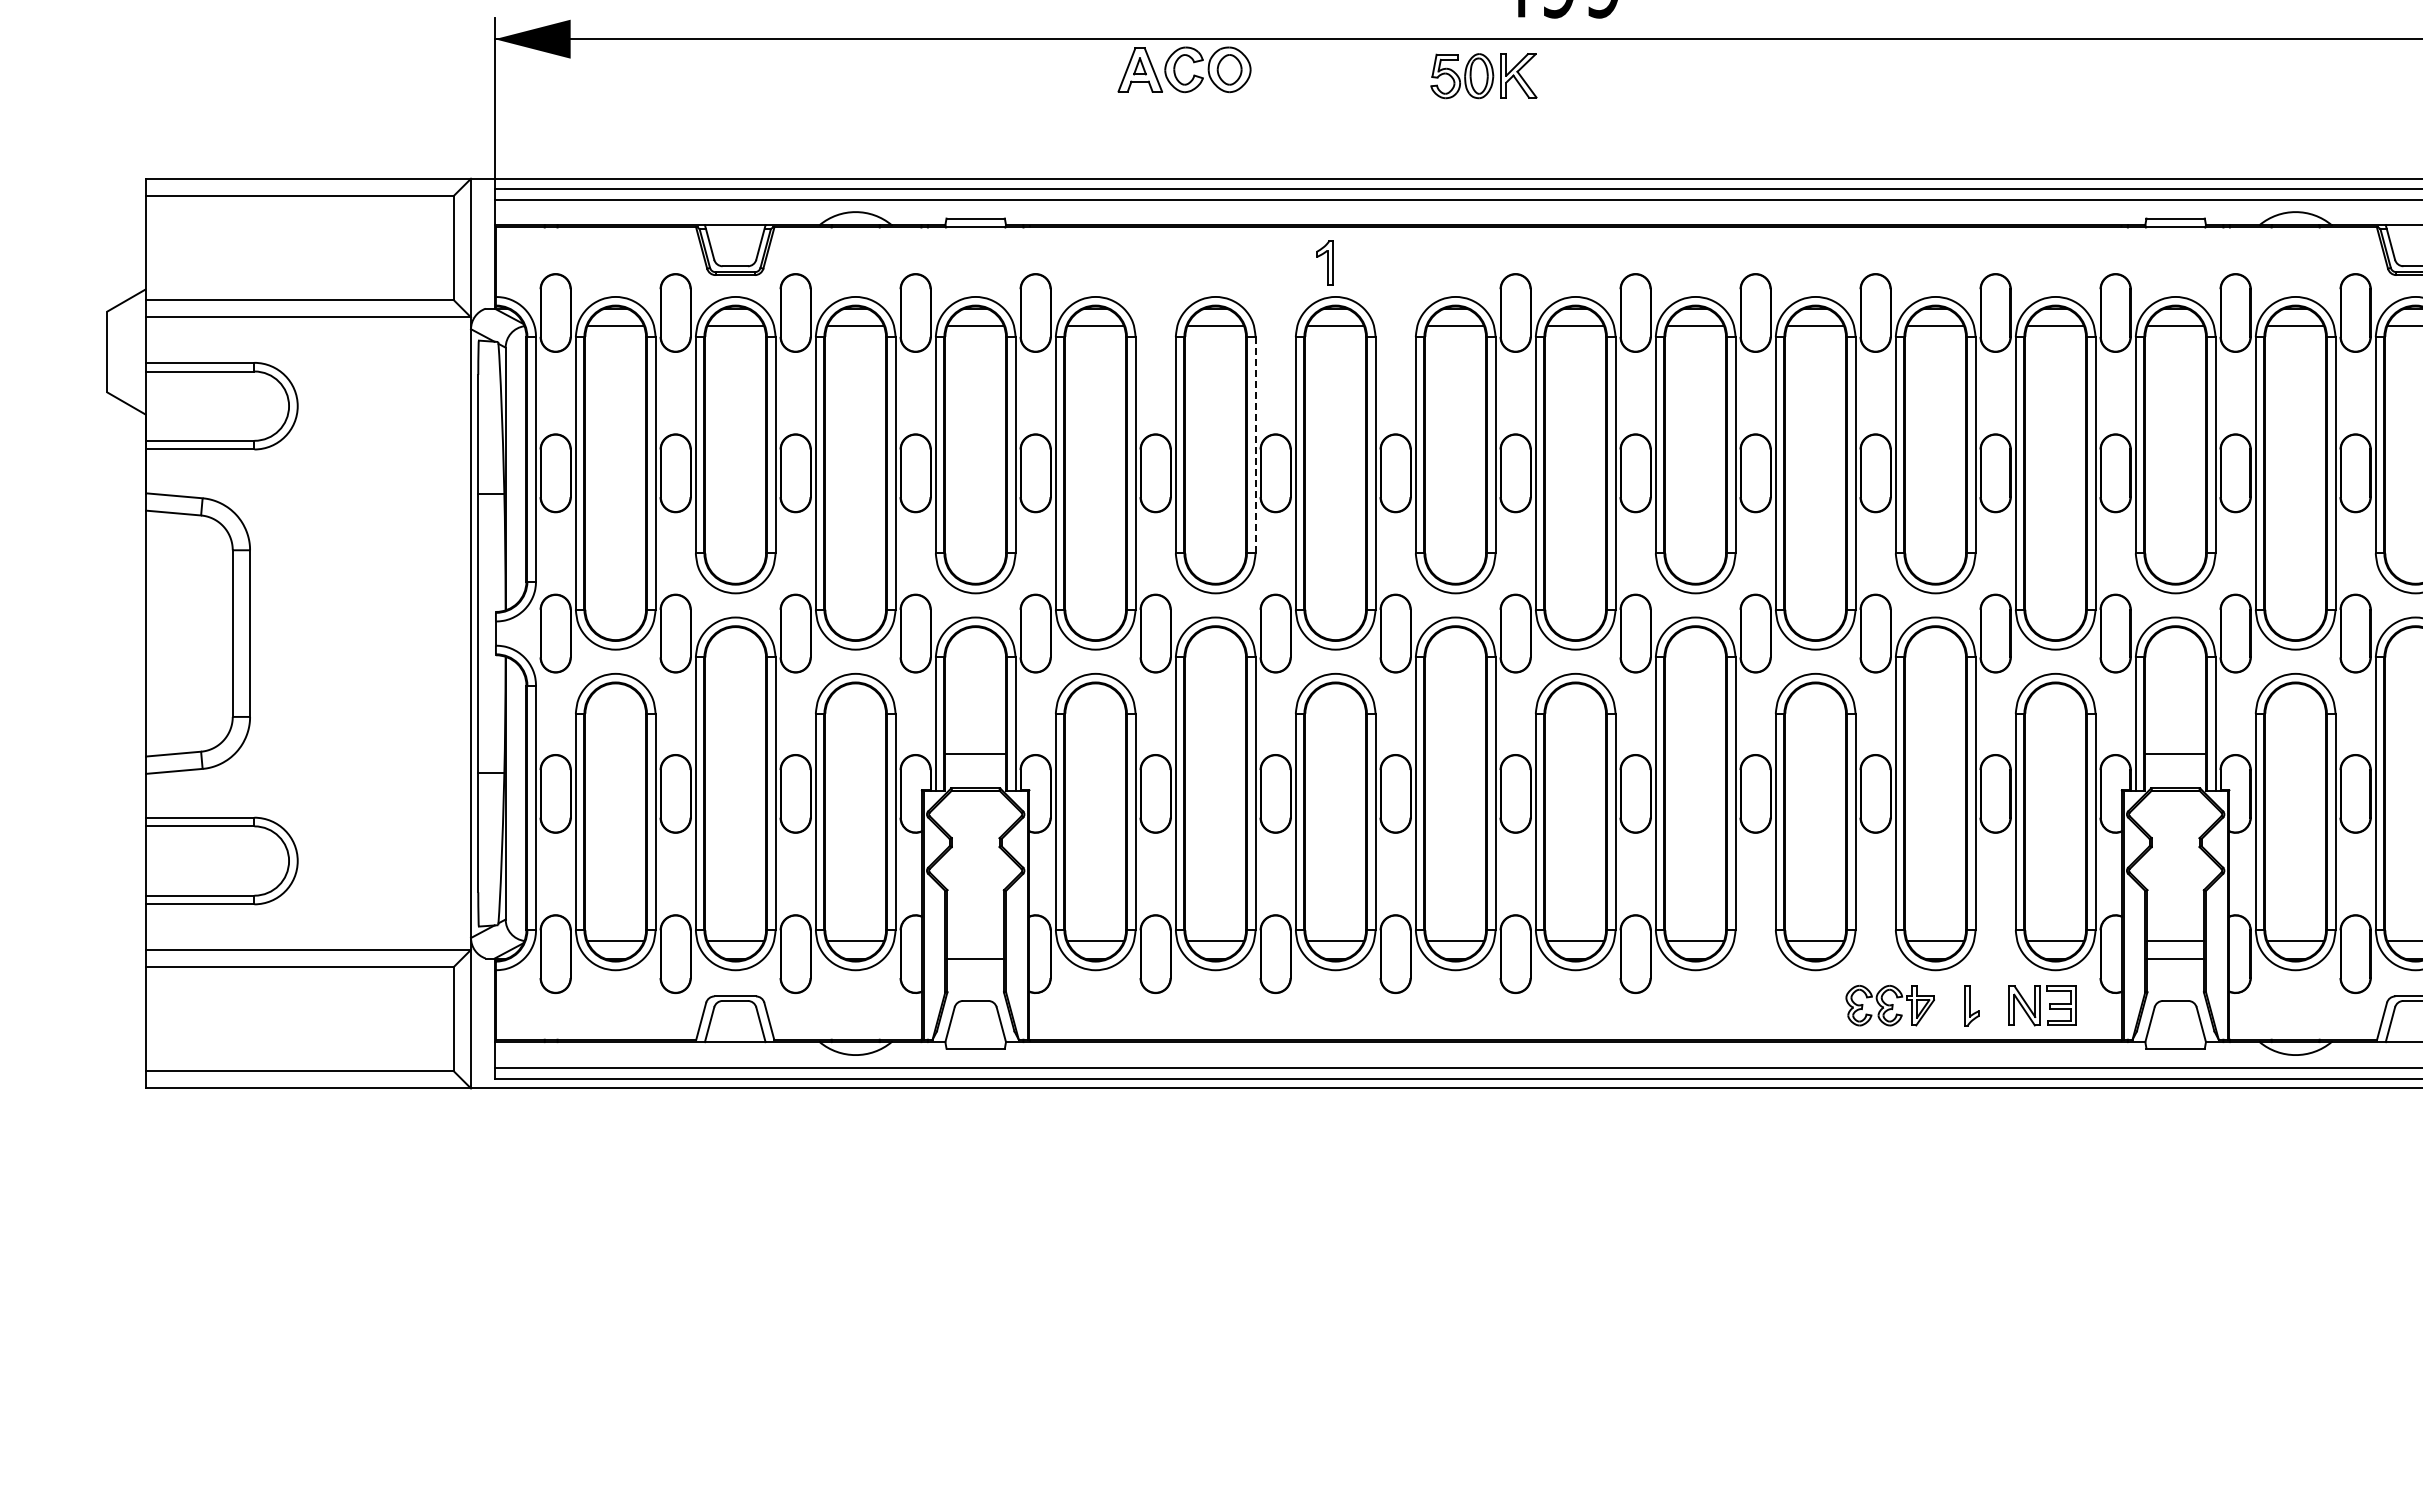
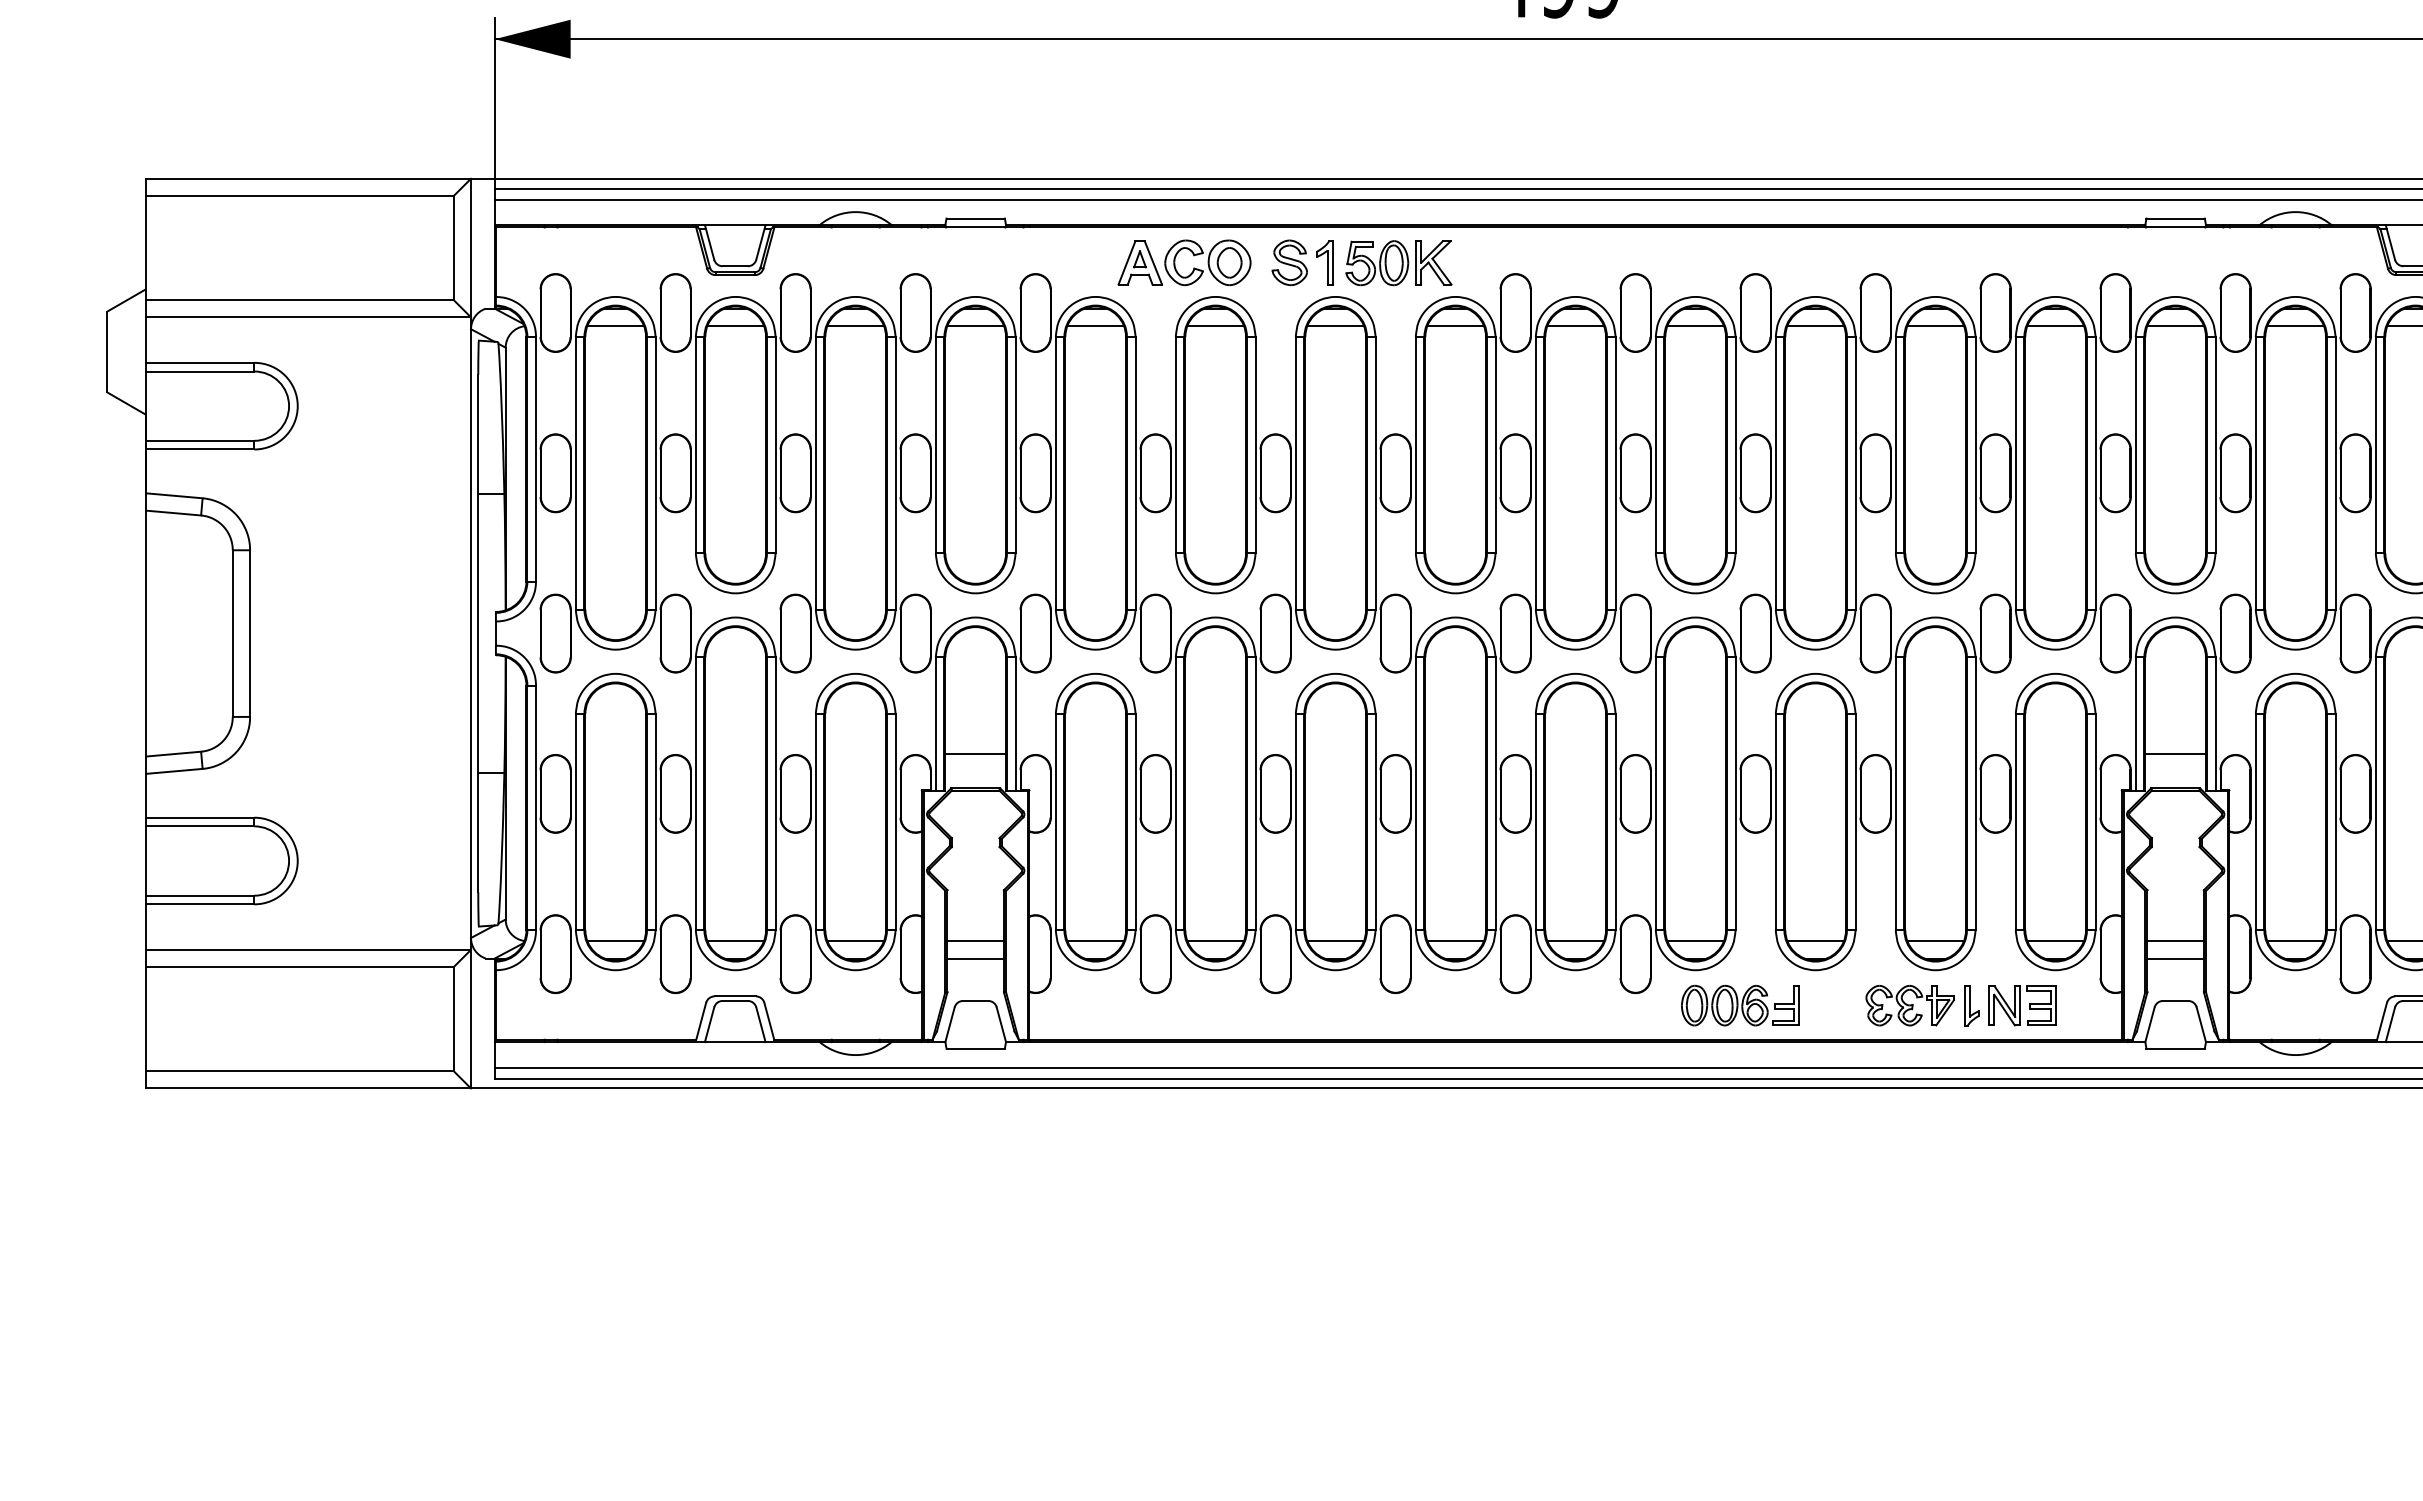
part at (1175, 69) position: (1175, 69) -> (1175, 262)
part at (1483, 76) position: (1483, 76) -> (1398, 263)
part at (1289, 262): none -> present
line at (1255, 445): dashed -> solid
line at (975, 941): none -> present
part at (1740, 1005): none -> present
part at (1889, 1005) position: (1889, 1005) -> (1909, 1005)
part at (2042, 1005) position: (2042, 1005) -> (2022, 1005)
